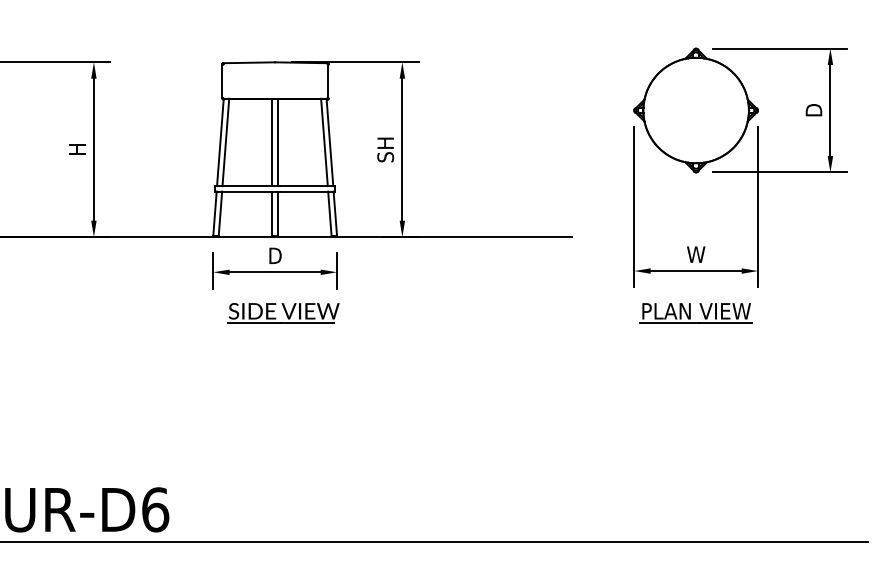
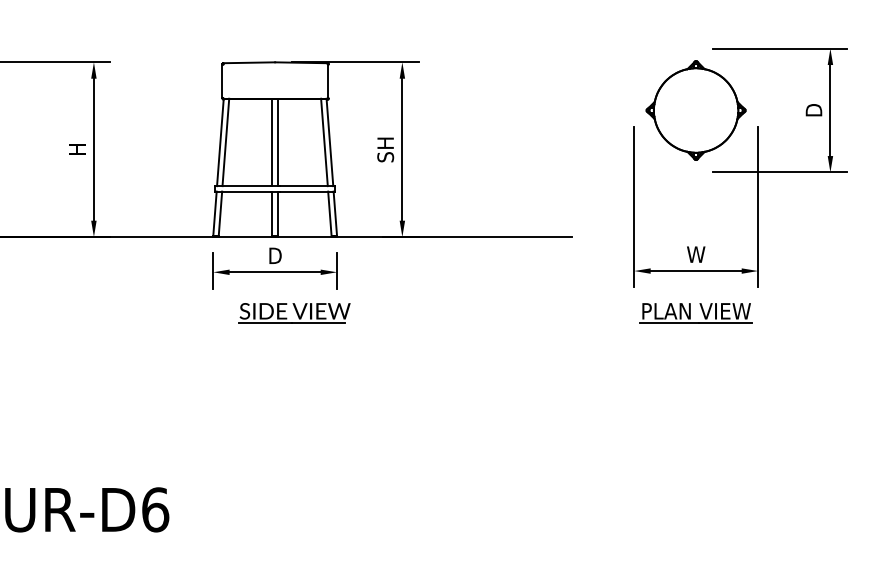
part at (695, 110) size: 126x127 px -> 102x101 px
part at (283, 313) position: (283, 313) -> (294, 313)
line at (434, 541): present -> none
